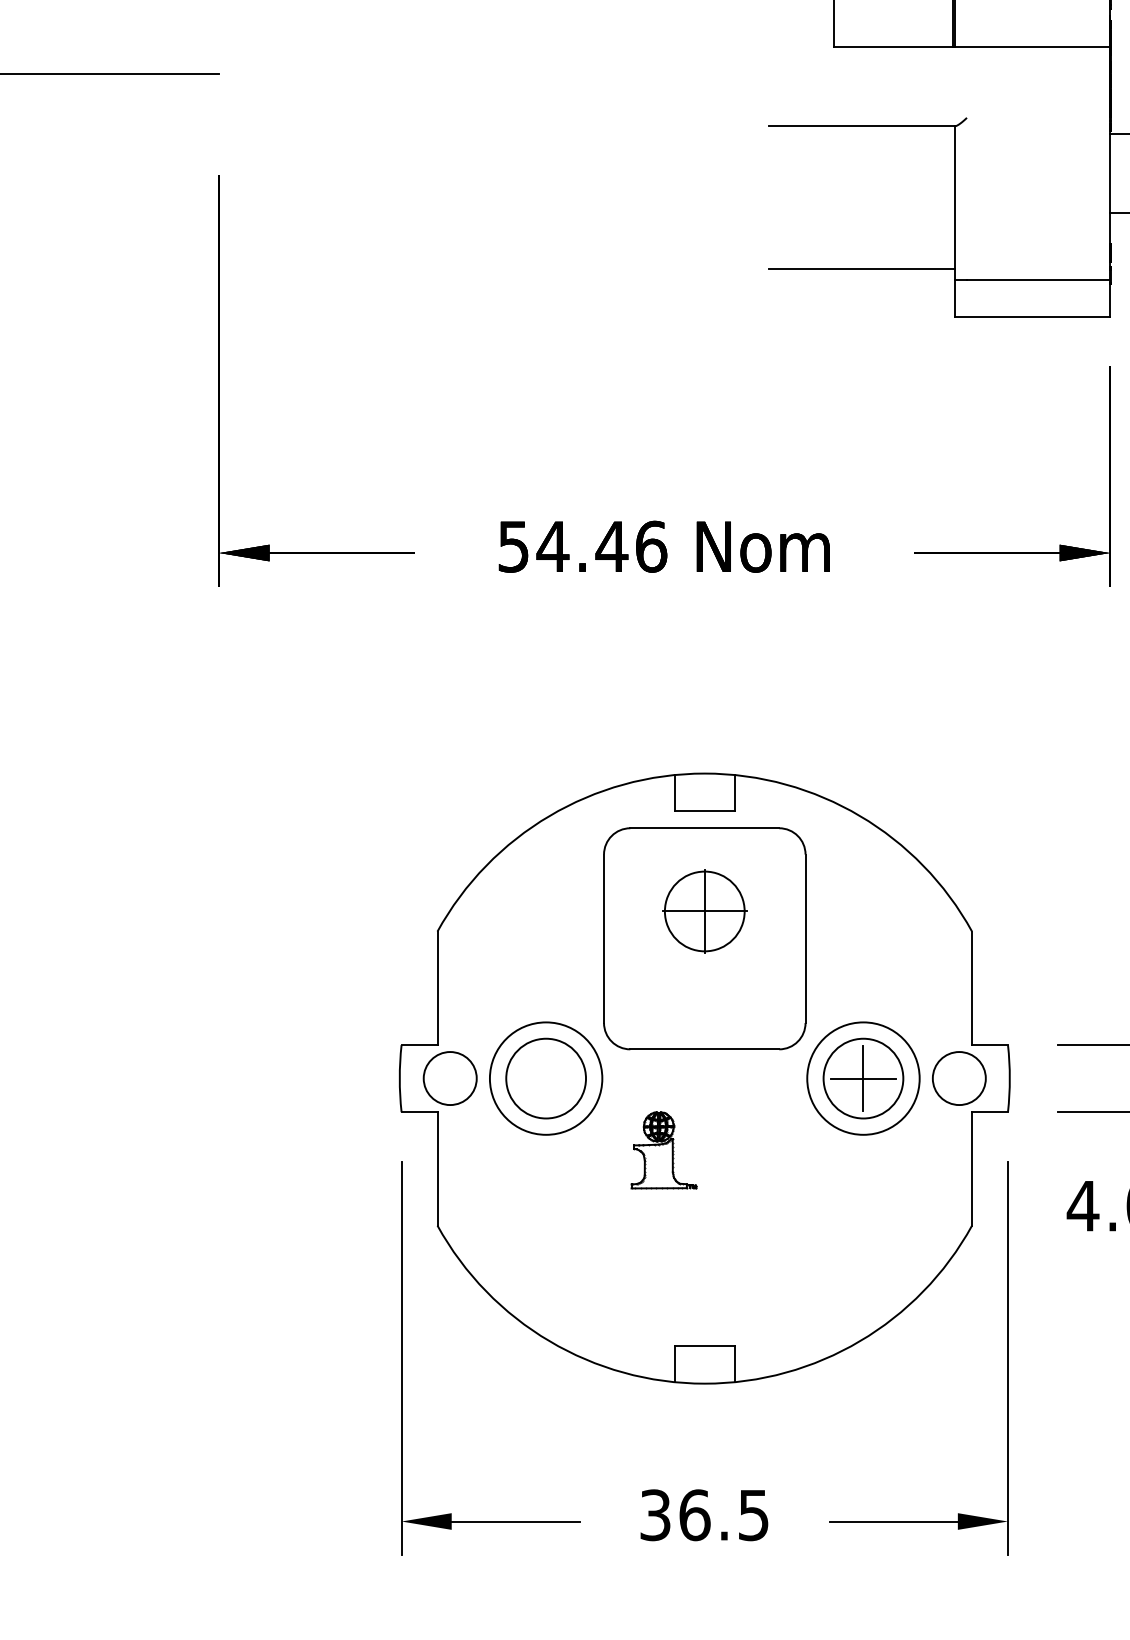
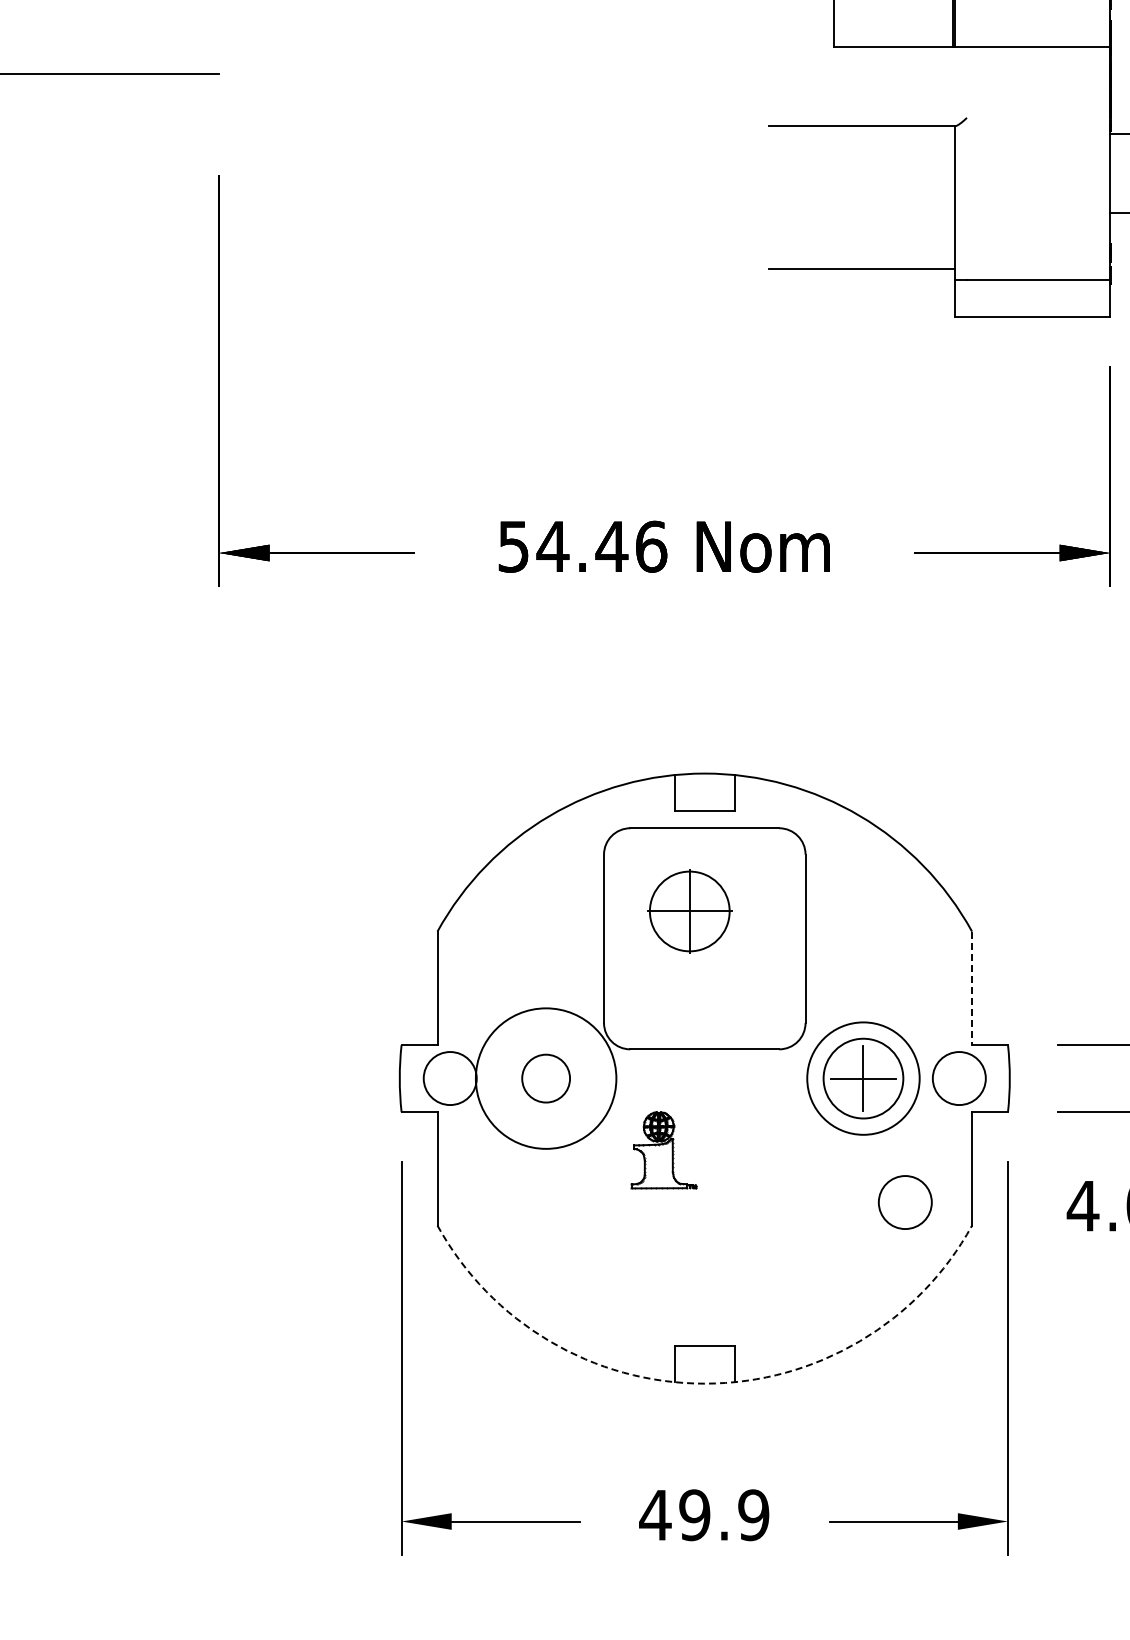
part at (704, 911) position: (704, 911) -> (689, 911)
line at (972, 988): solid -> dashed
circle at (545, 1078) diameter: 112 px -> 141 px
circle at (546, 1078) diameter: 80 px -> 48 px
circle at (905, 1202): none -> present
arc at (704, 1383): solid -> dashed
text at (704, 1515): 36.5 -> 49.9
